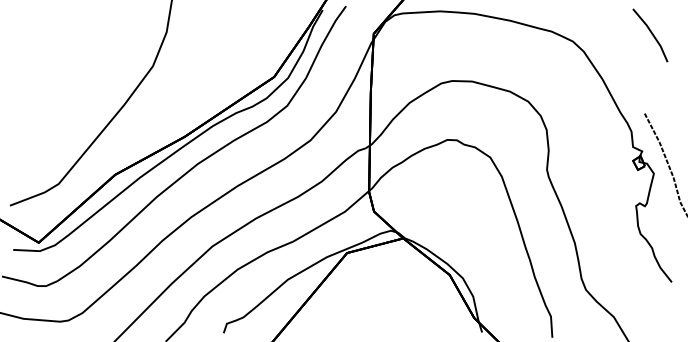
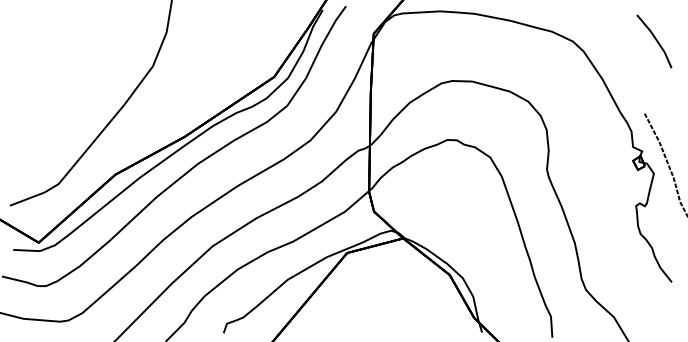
line at (651, 34) position: (651, 34) -> (655, 40)
